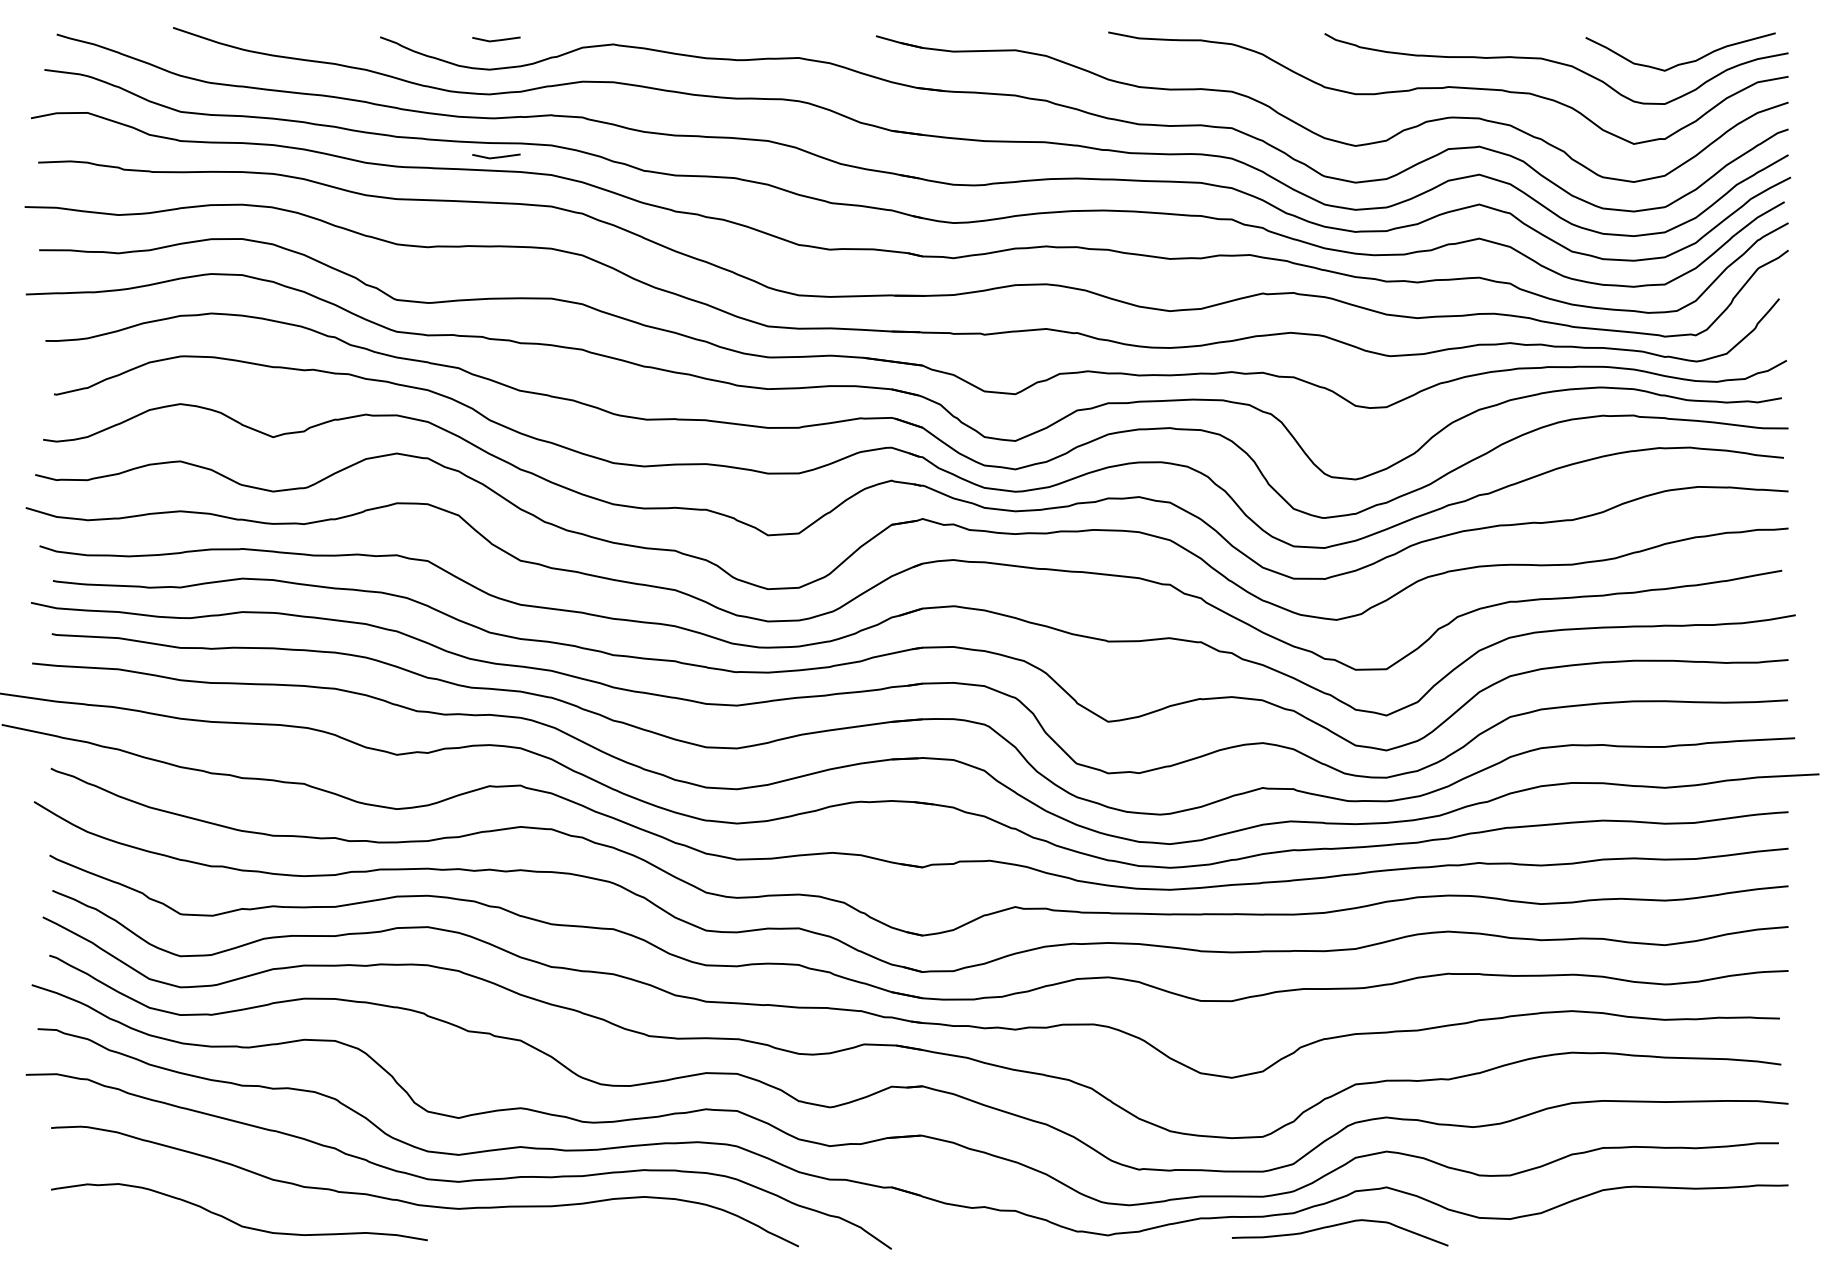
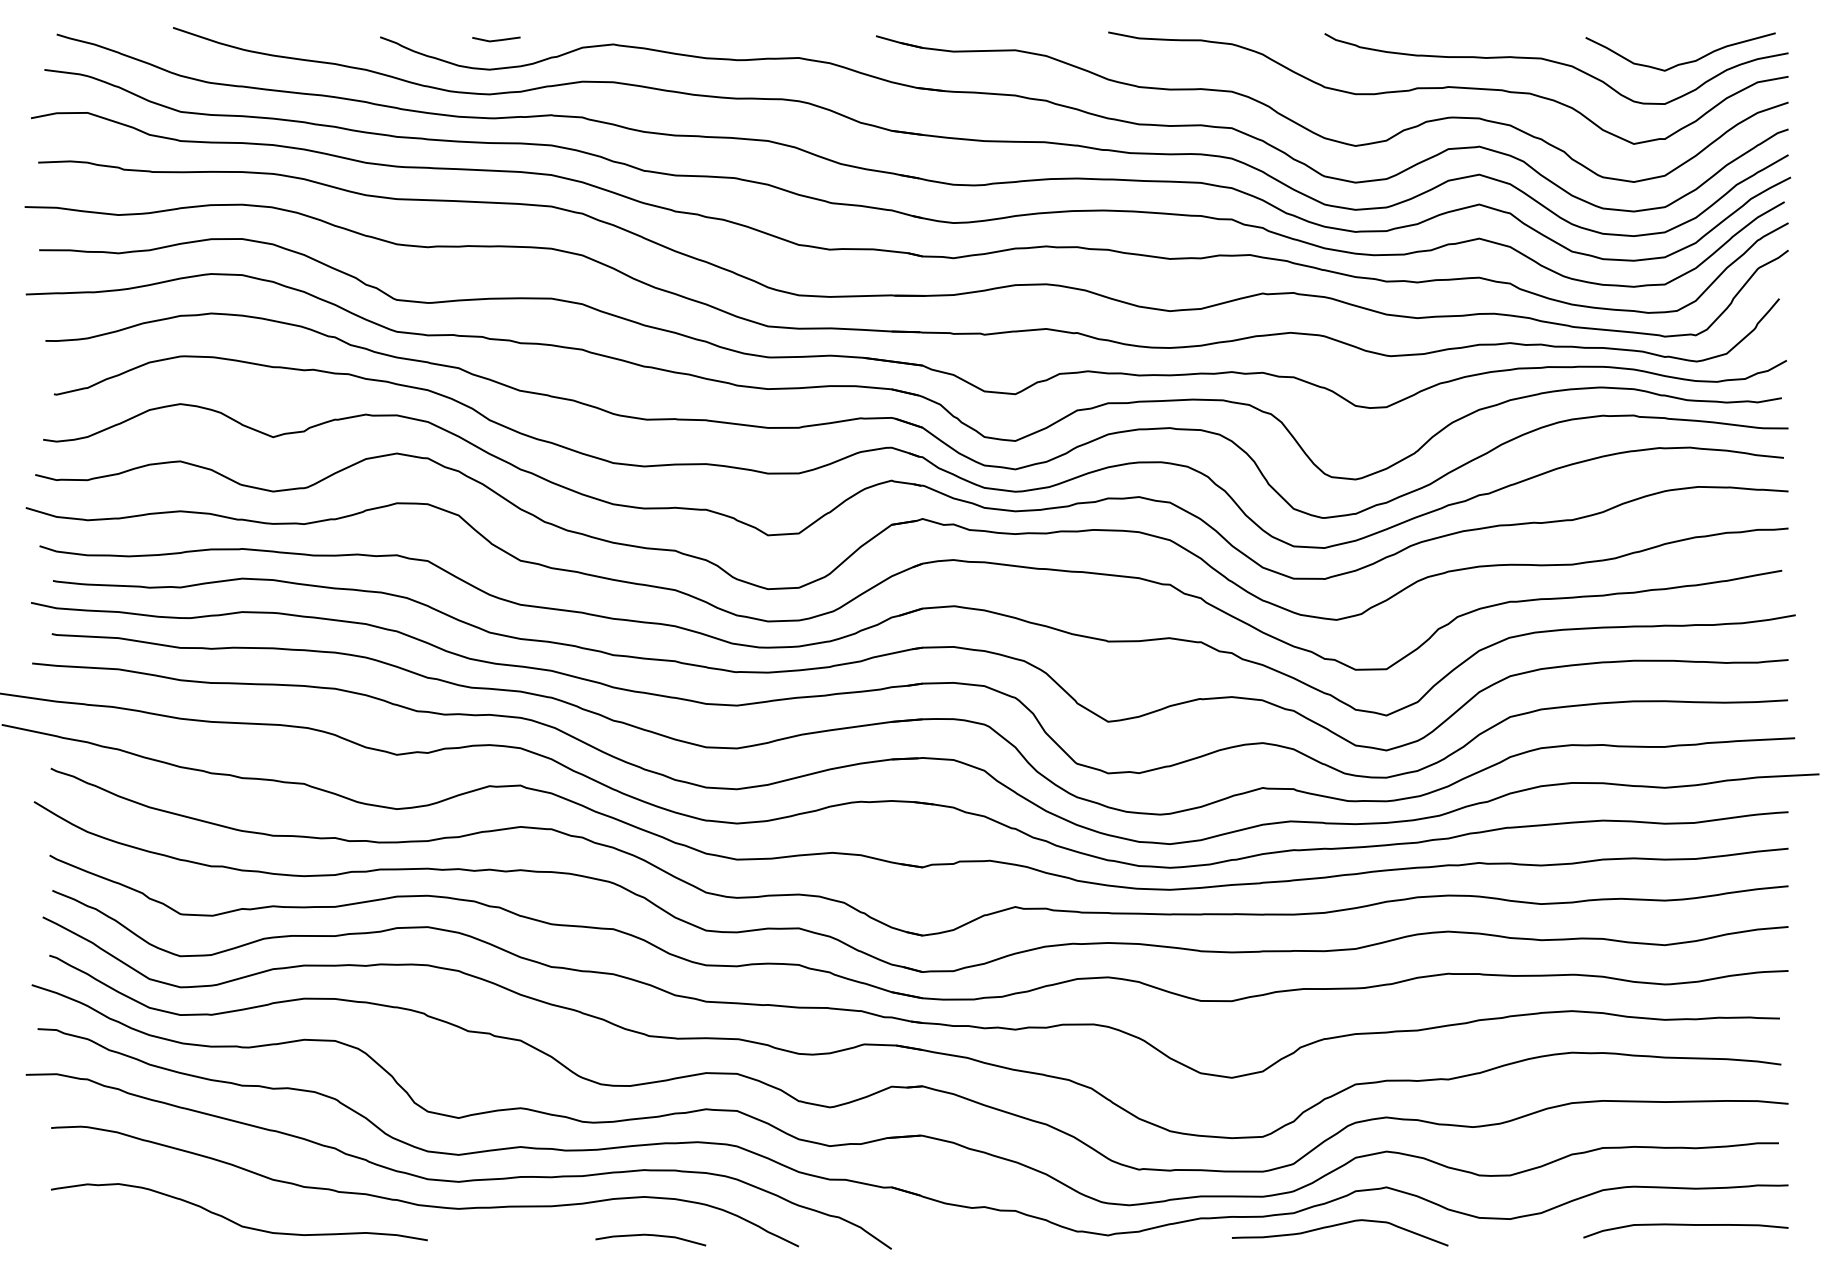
line at (496, 156): present -> none
curve at (1685, 1225): none -> present
curve at (650, 1235): none -> present
